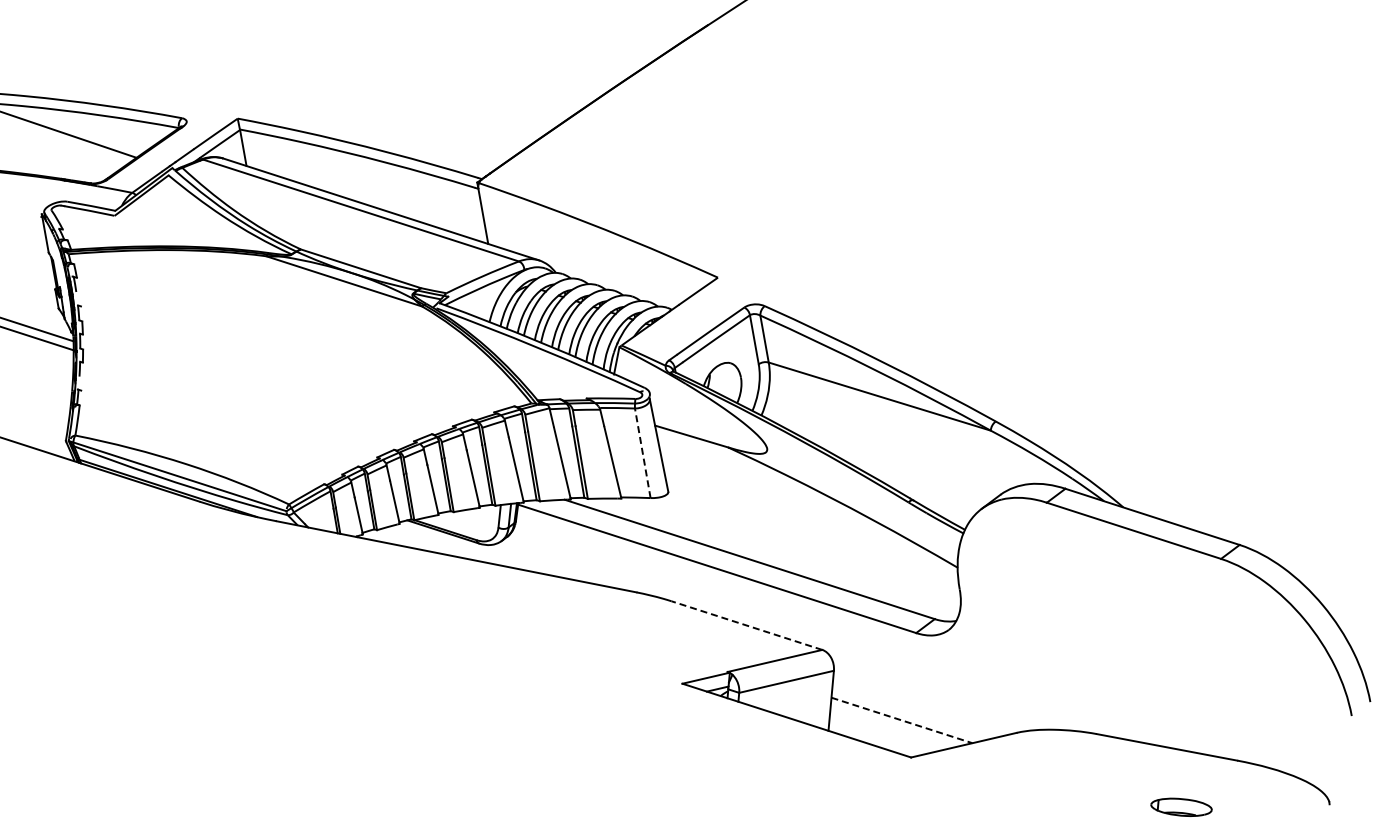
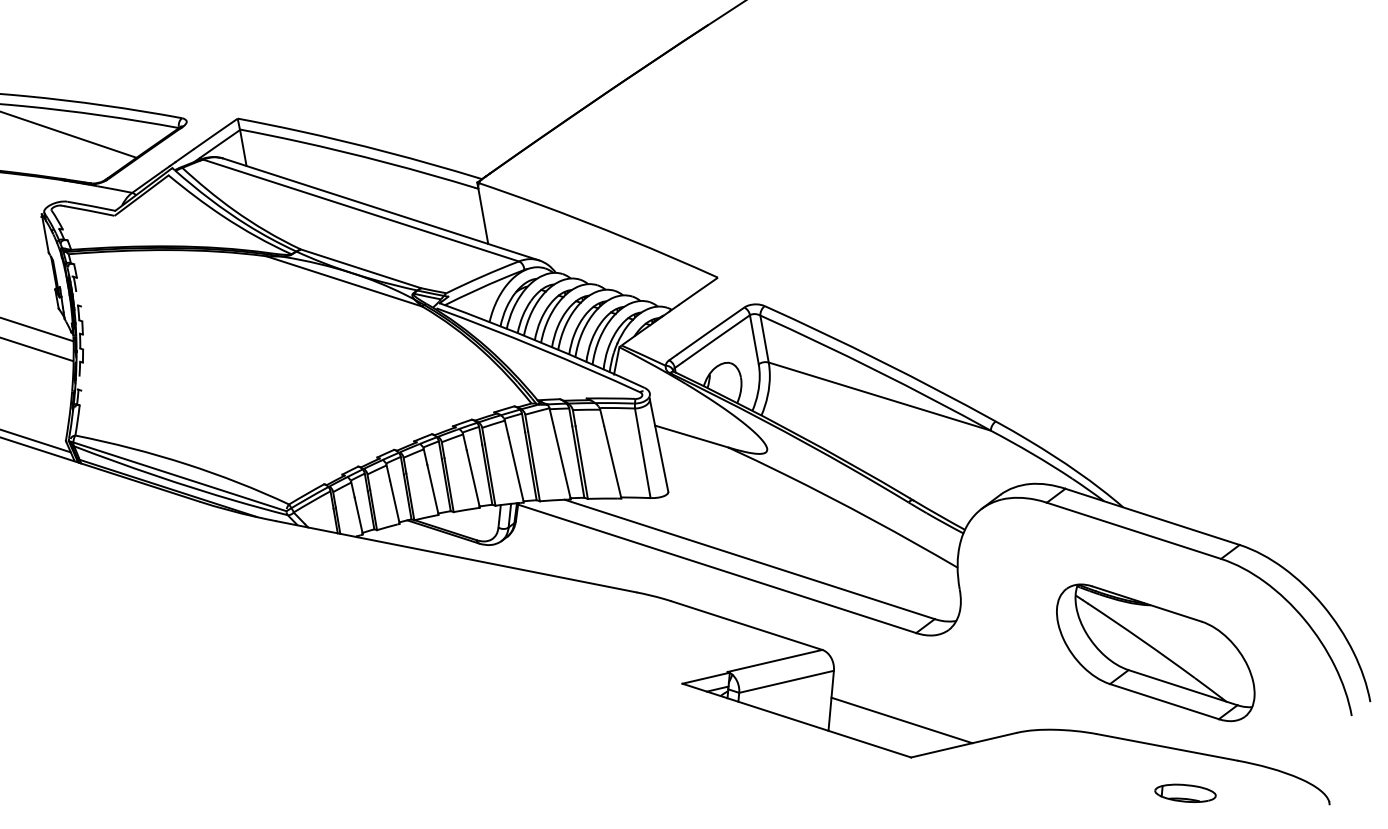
line at (39, 339) position: (39, 339) -> (37, 349)
line at (36, 441): none -> present
line at (642, 452): dashed -> solid
line at (746, 625): dashed -> solid
part at (1155, 652): none -> present
line at (902, 720): dashed -> solid
part at (1181, 806) position: (1181, 806) -> (1185, 792)
